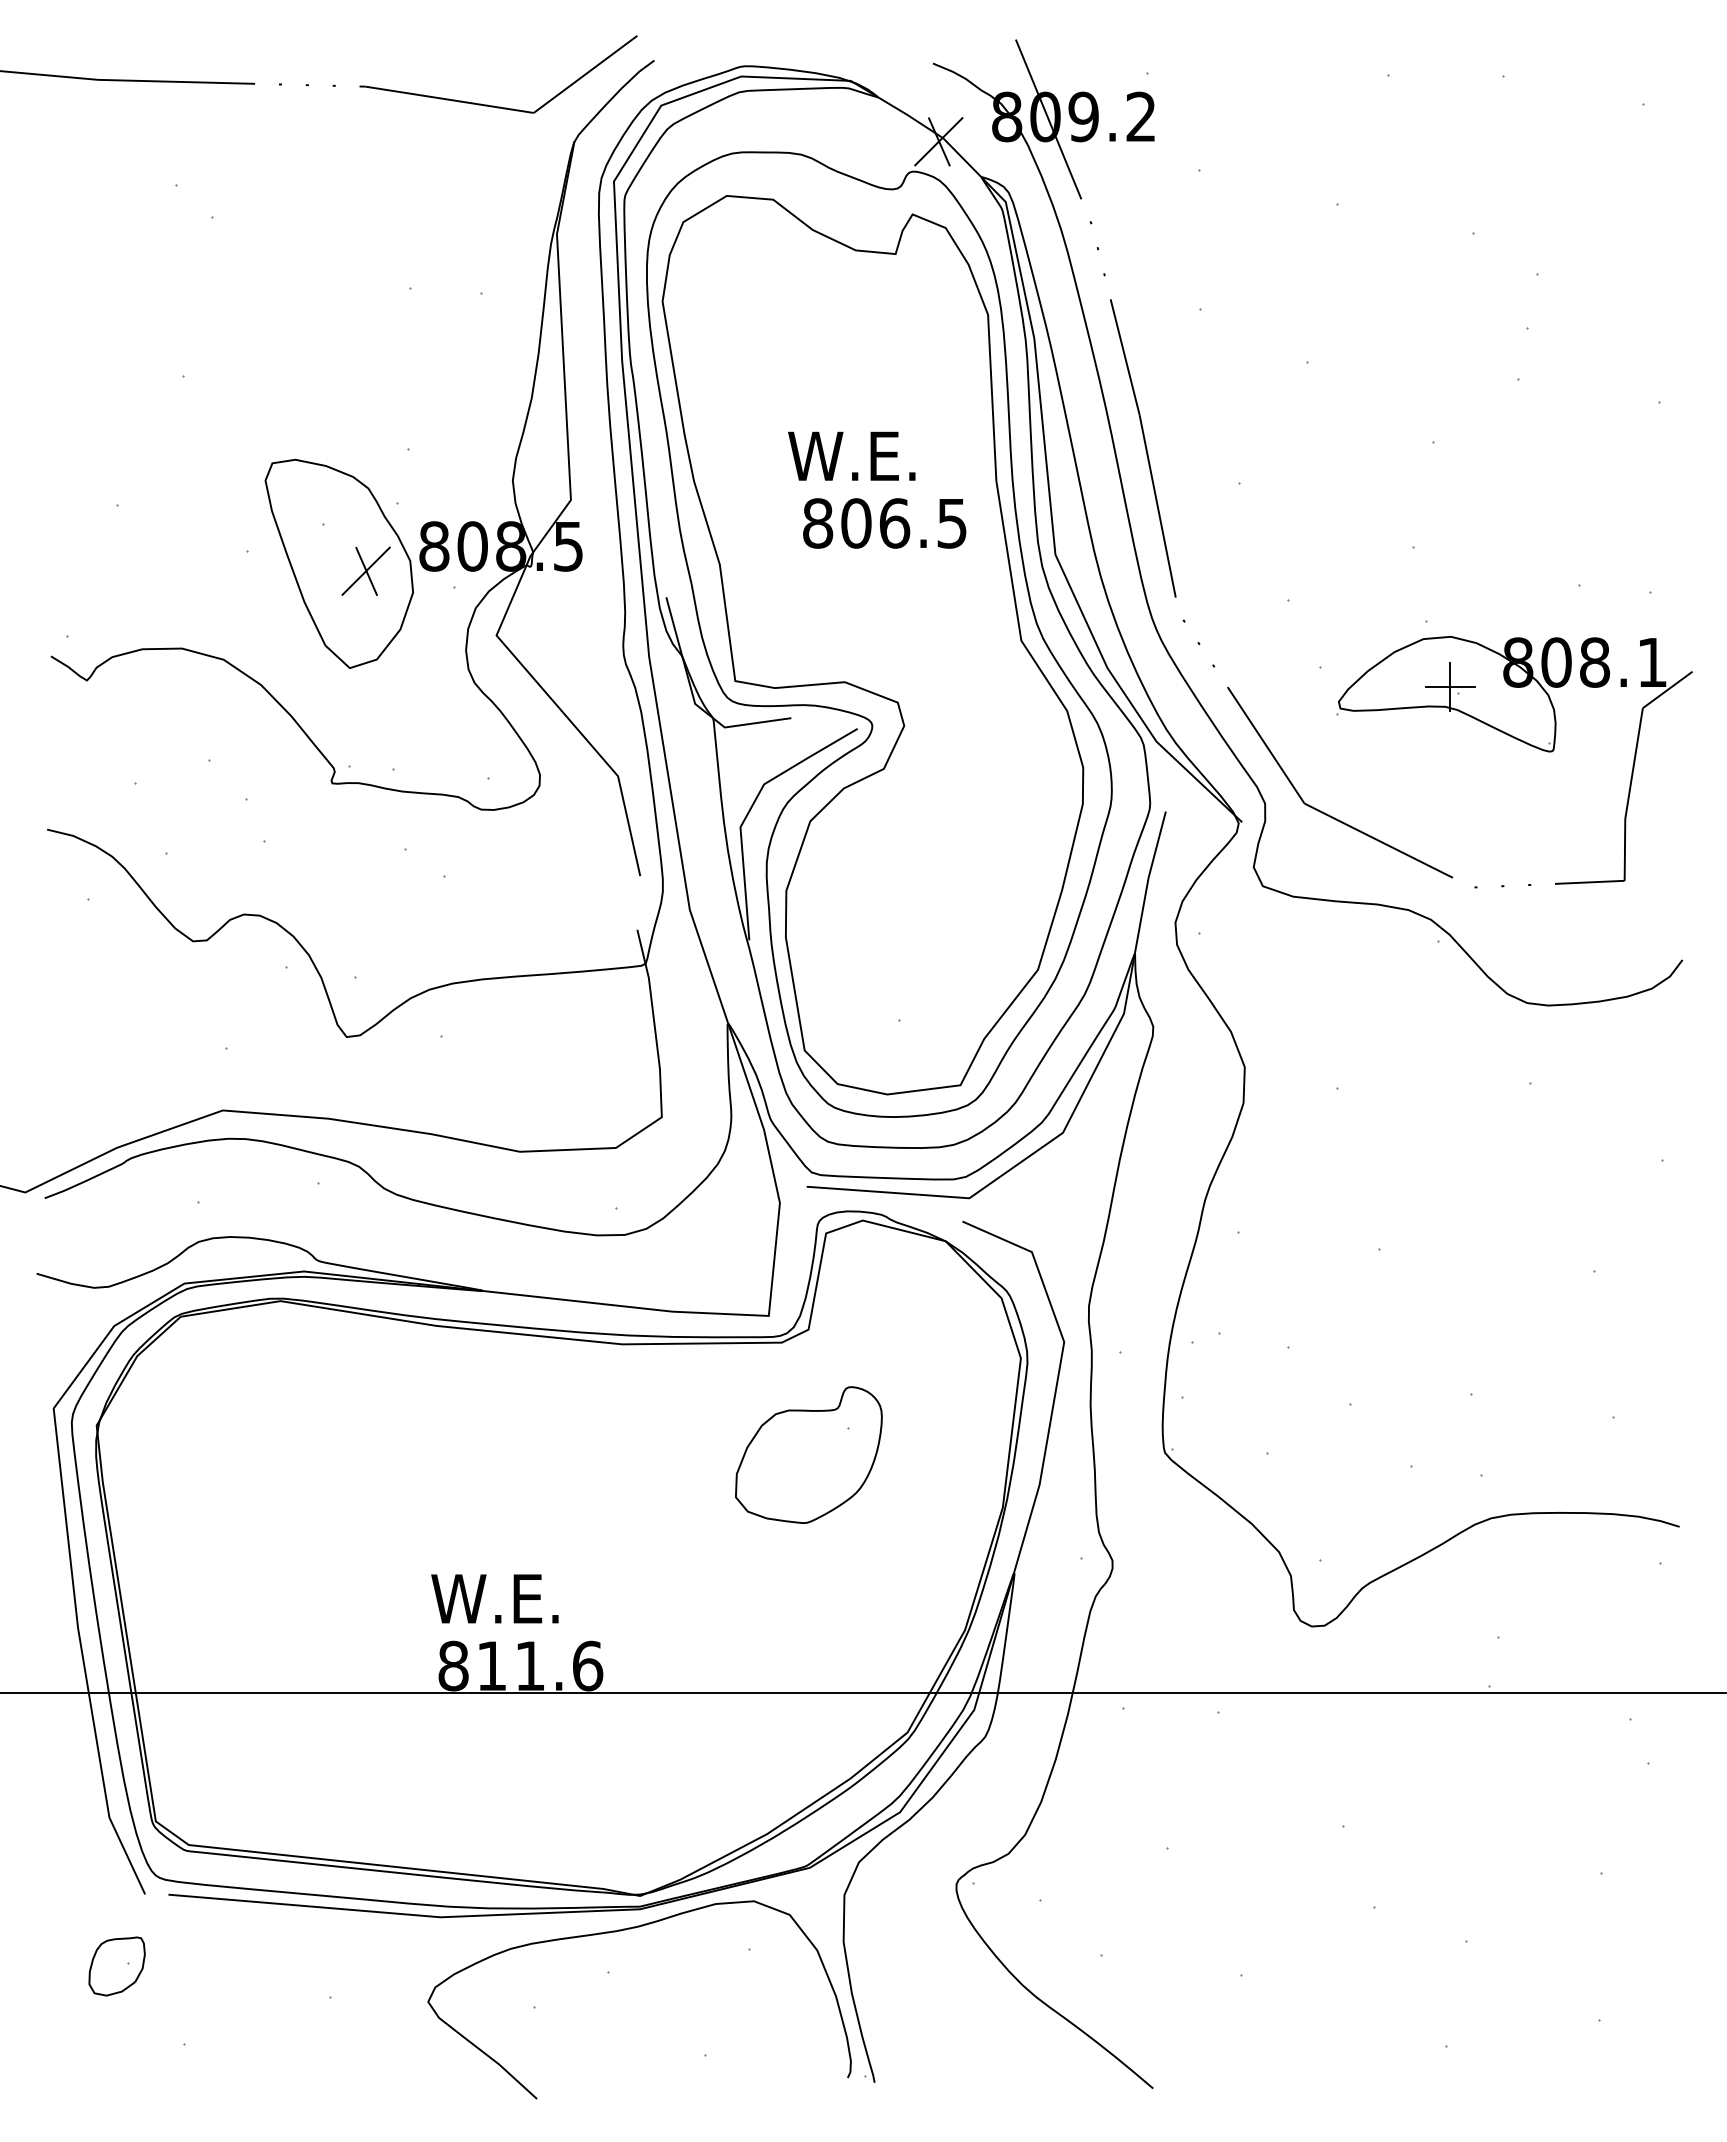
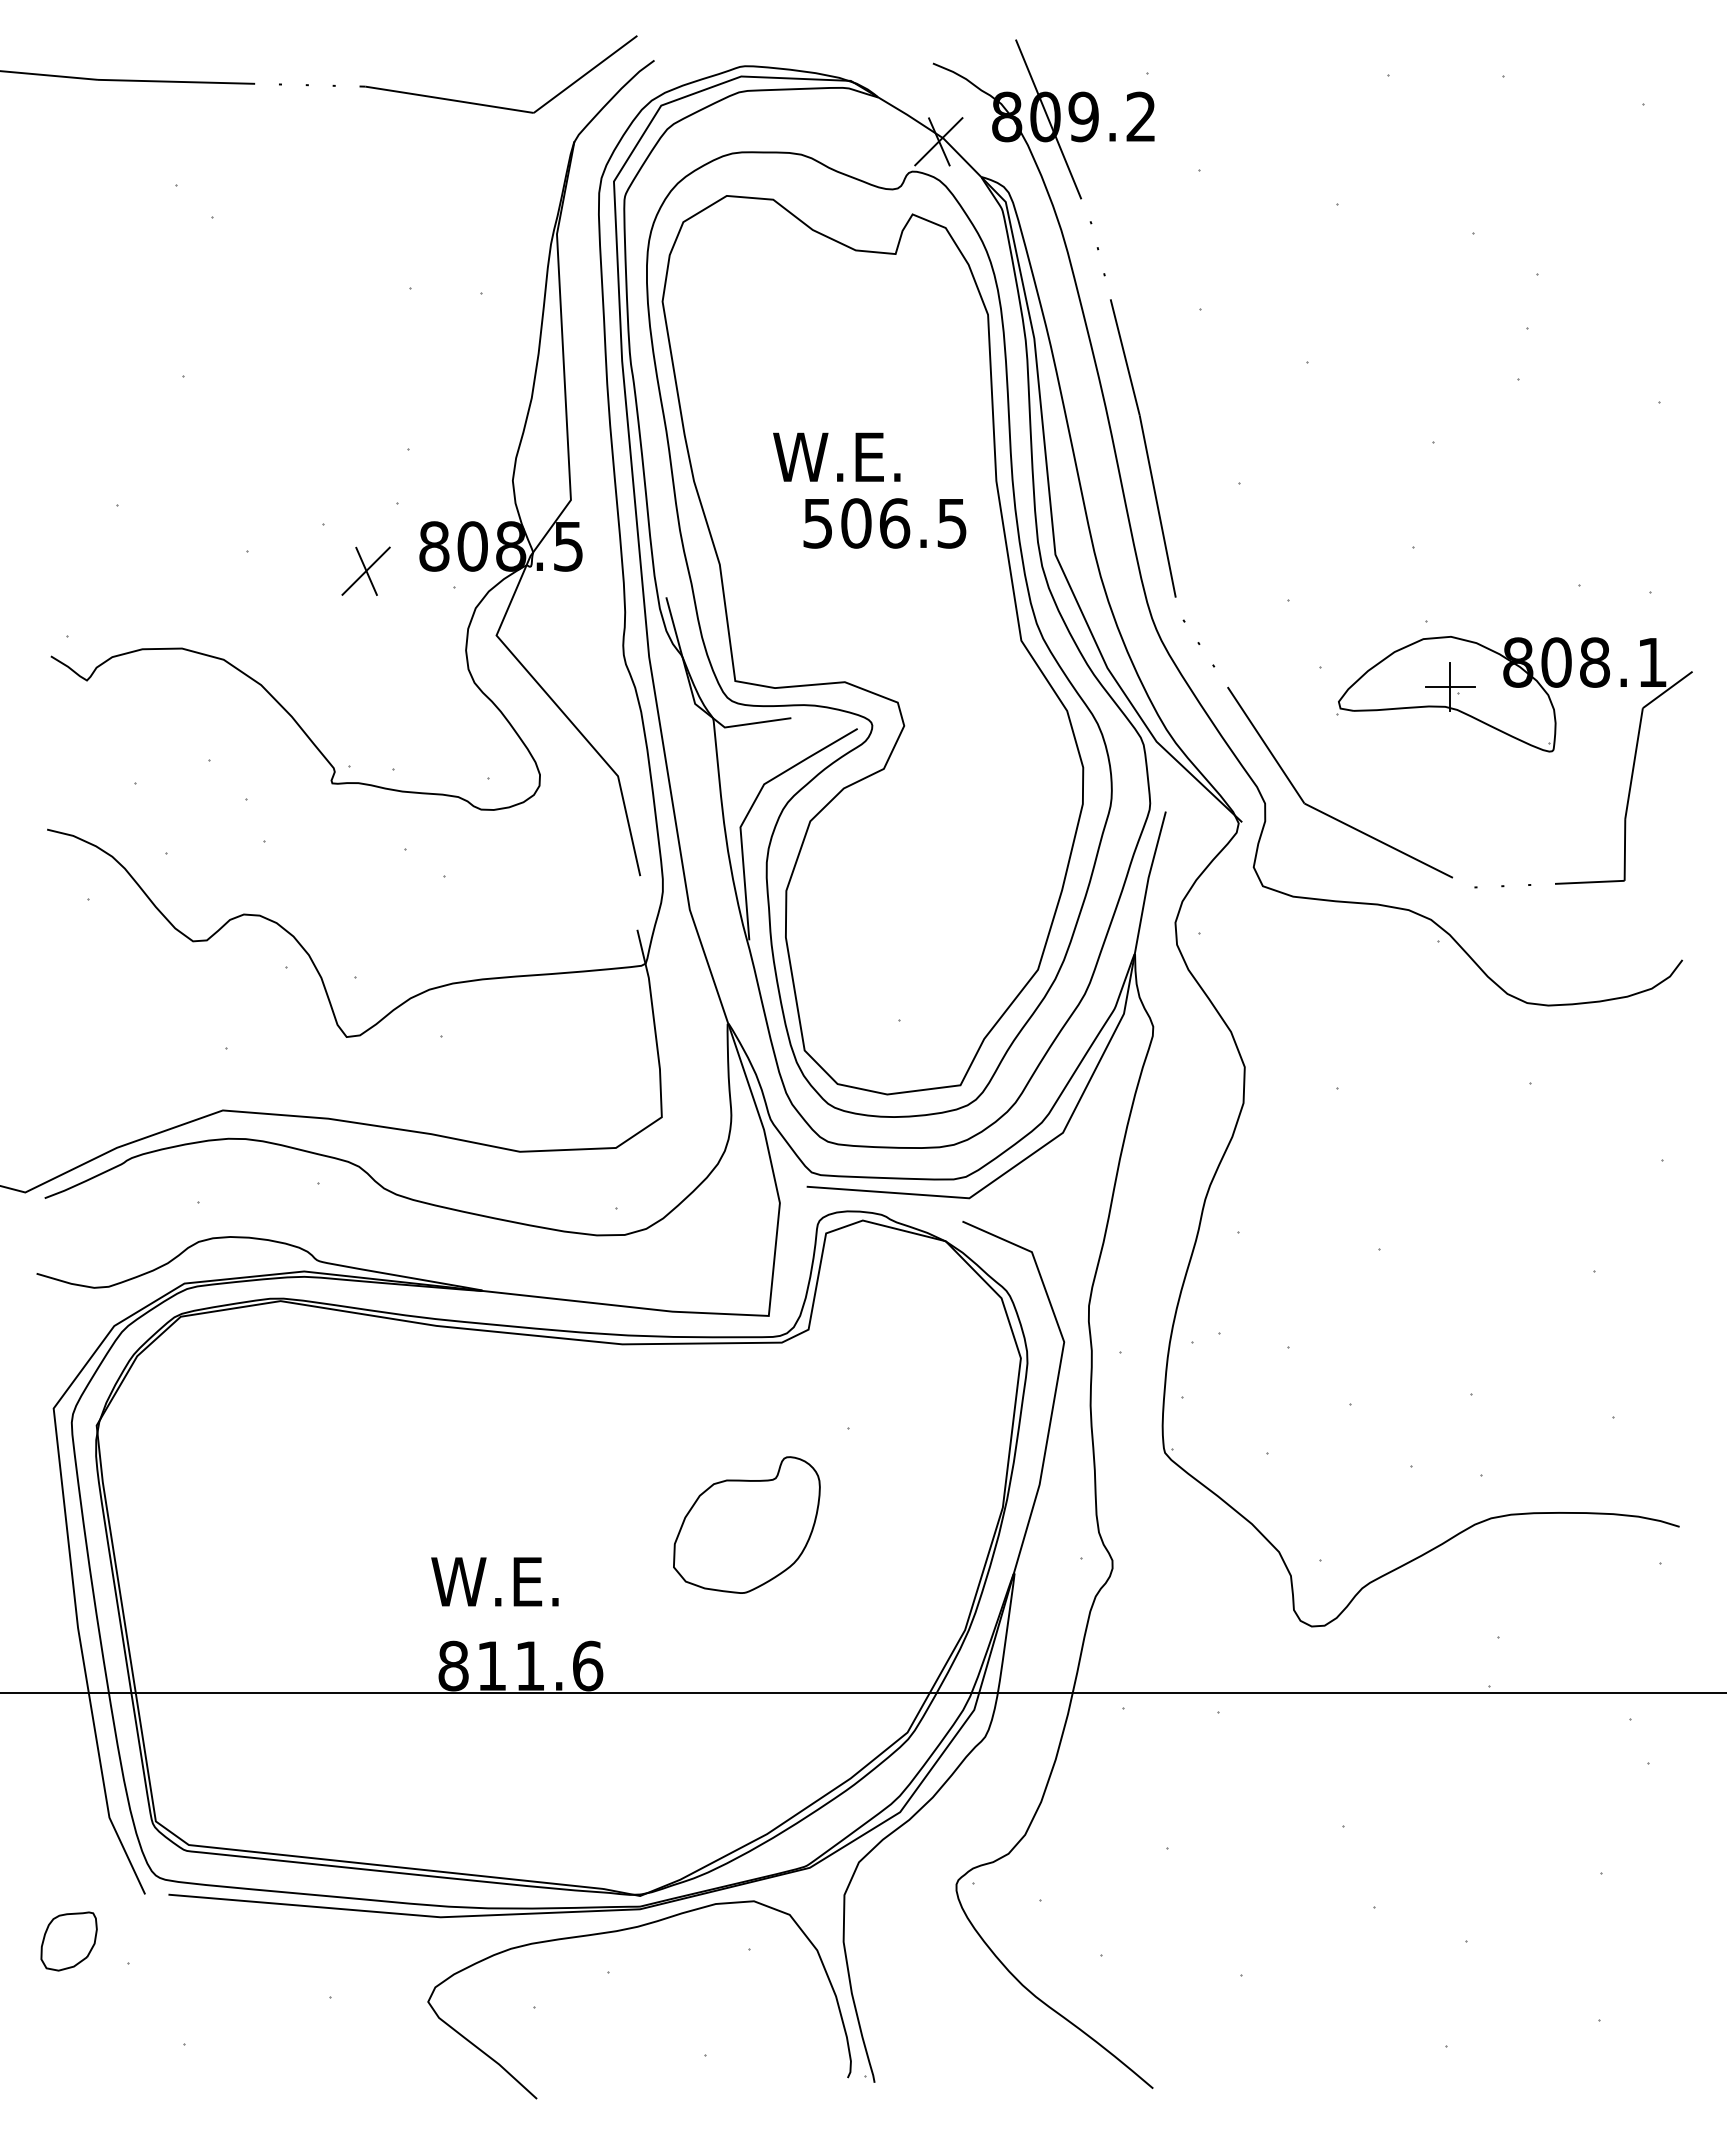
text at (851, 455) position: (851, 455) -> (836, 456)
text at (818, 523): 806.5 -> 506.5
part at (338, 563): present -> none
part at (808, 1454) position: (808, 1454) -> (746, 1524)
text at (494, 1598) position: (494, 1598) -> (494, 1581)
part at (116, 1966) position: (116, 1966) -> (68, 1941)
